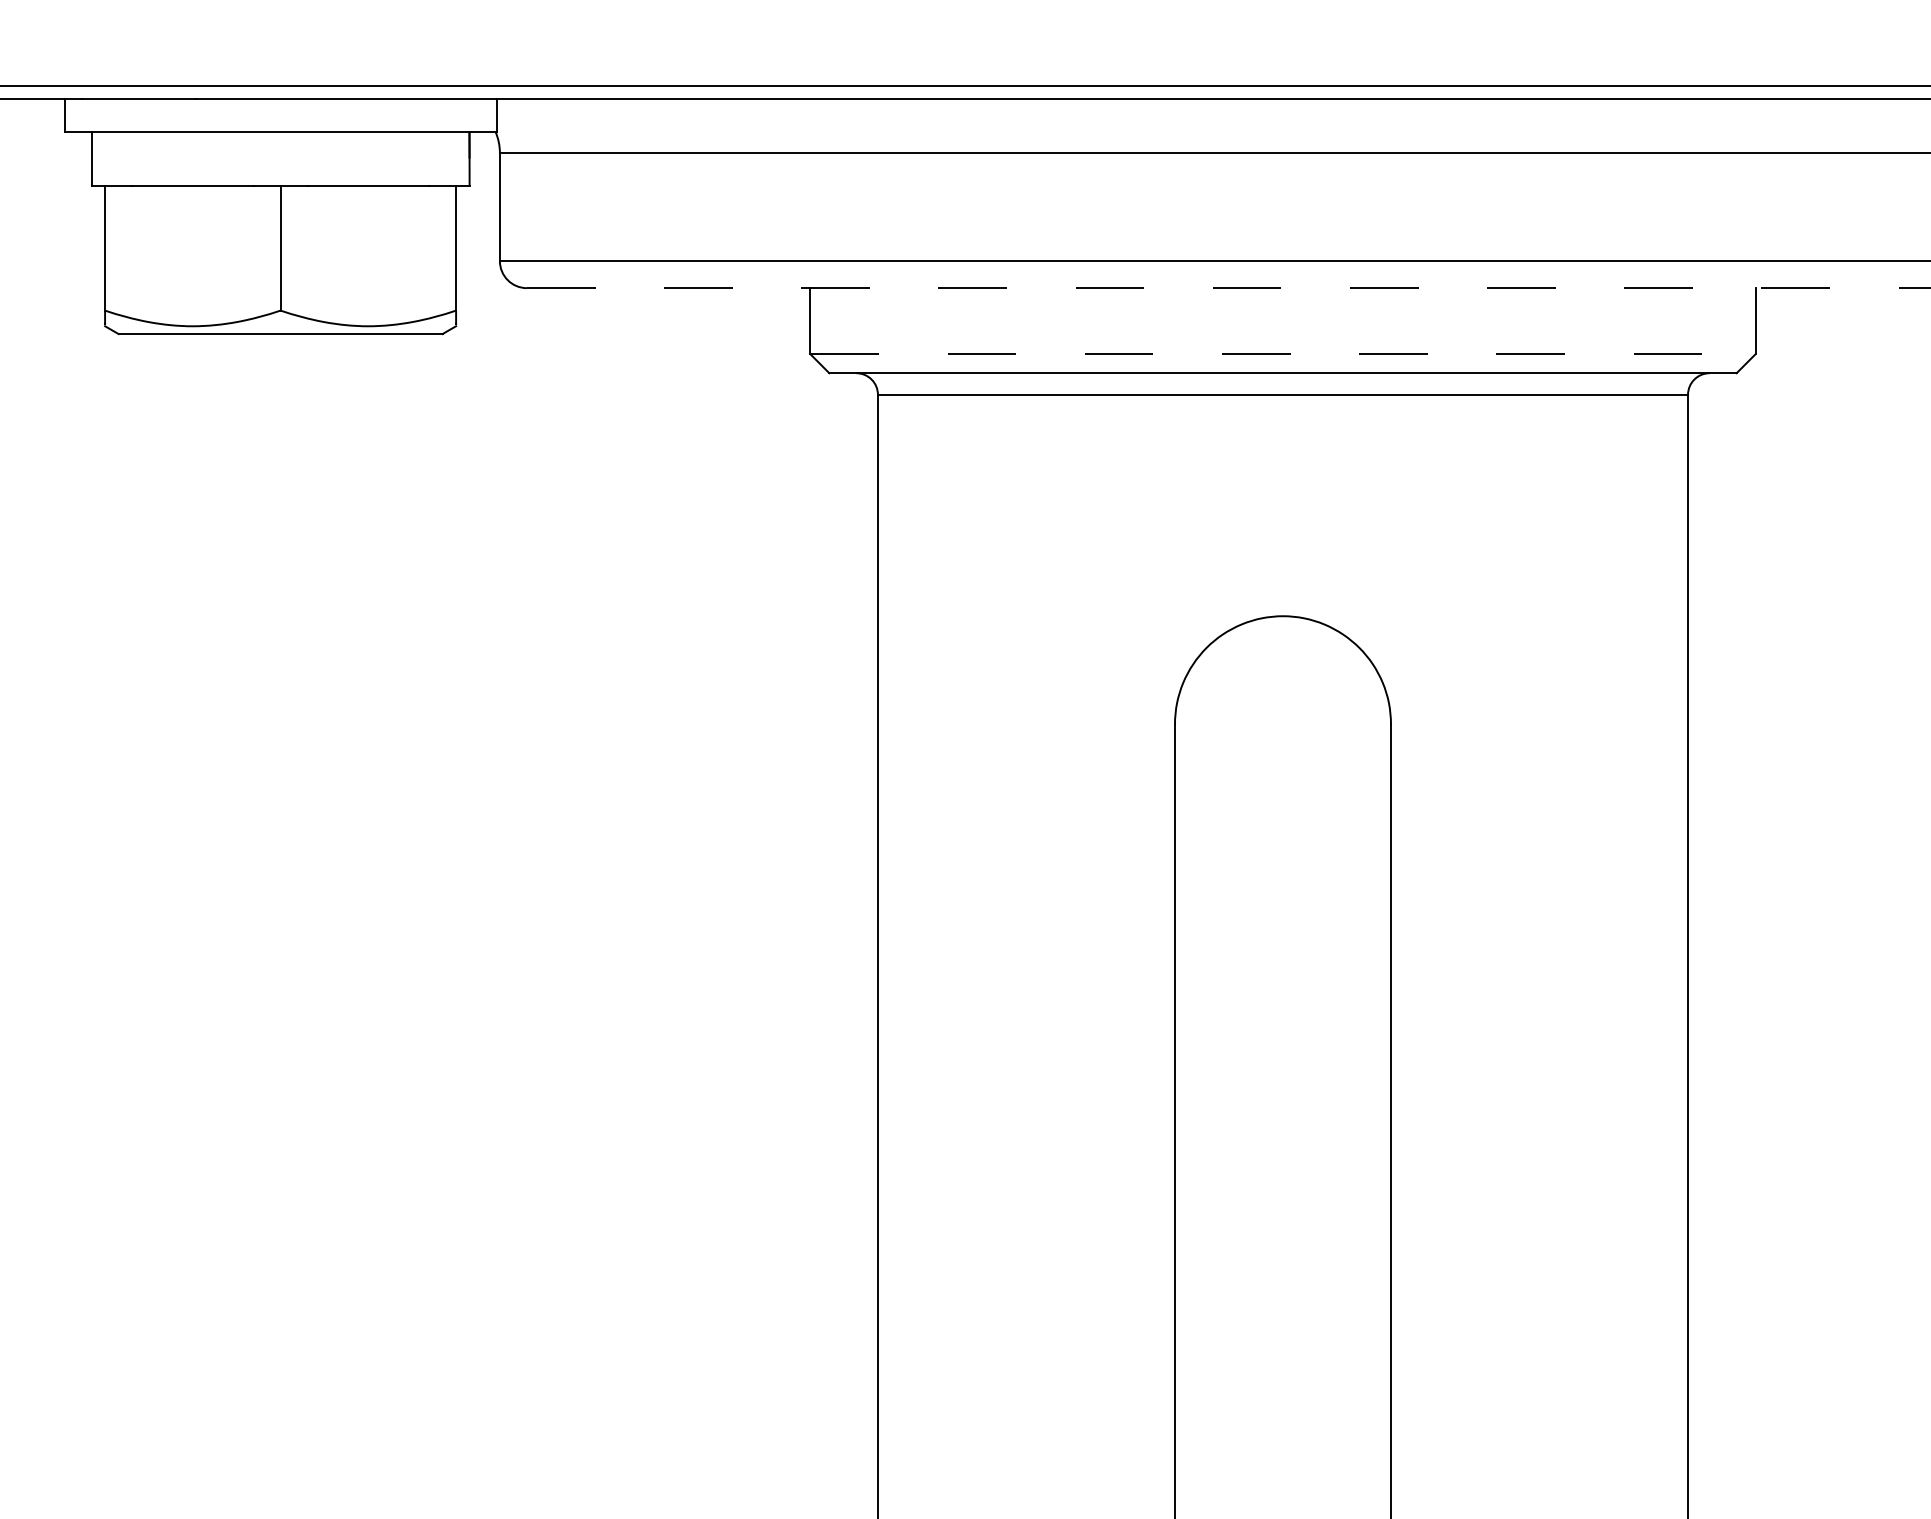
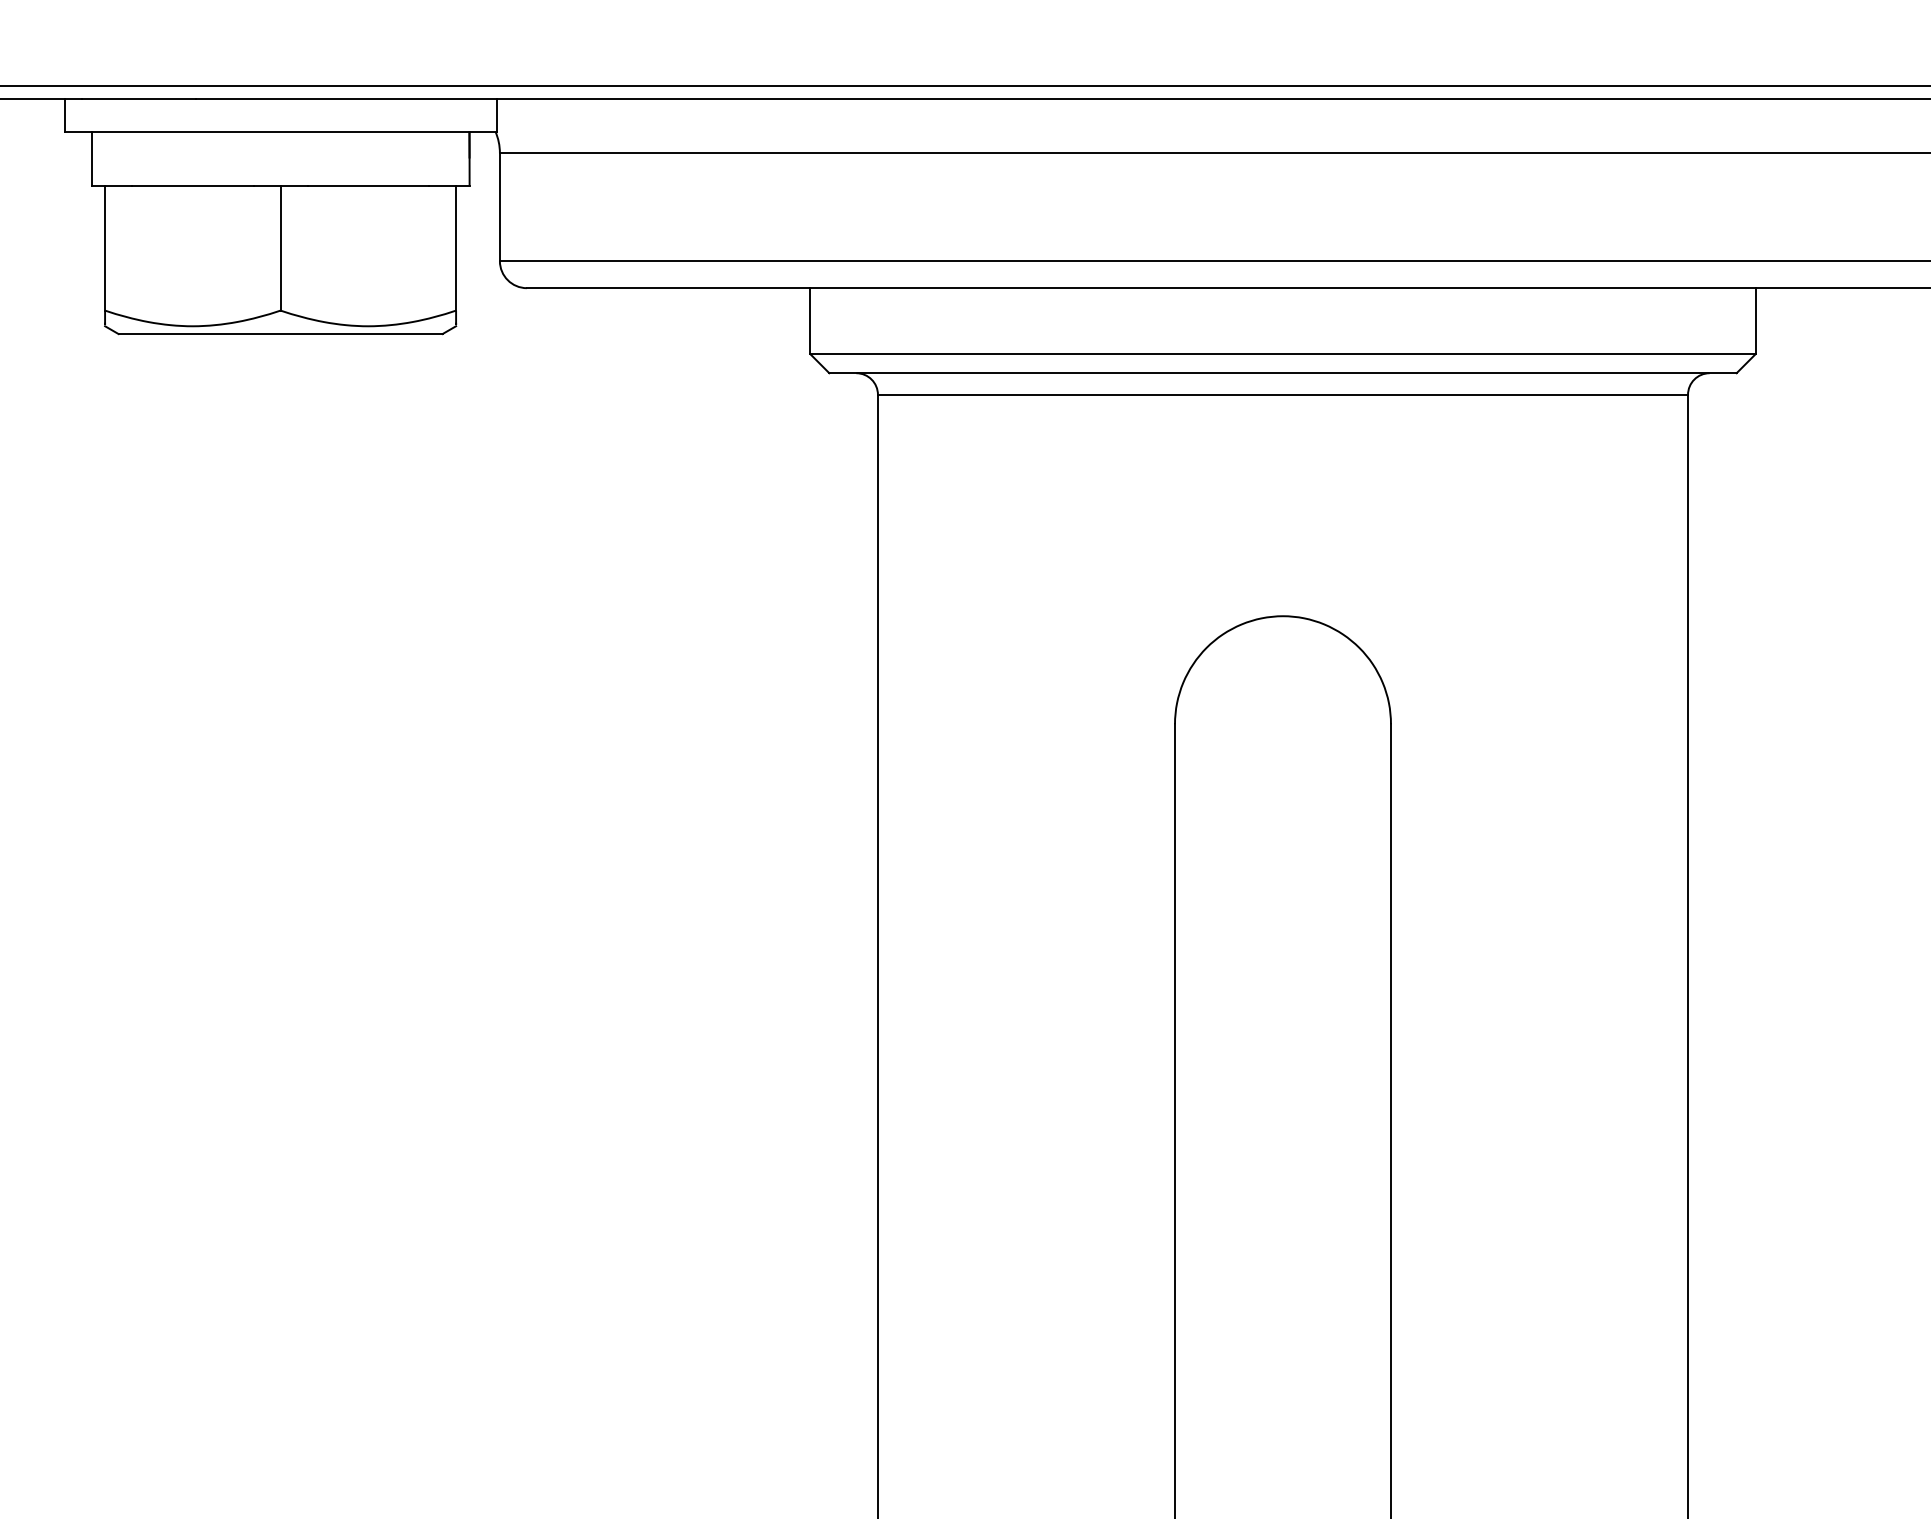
line at (1228, 288): dashed -> solid
line at (1283, 354): dashed -> solid
